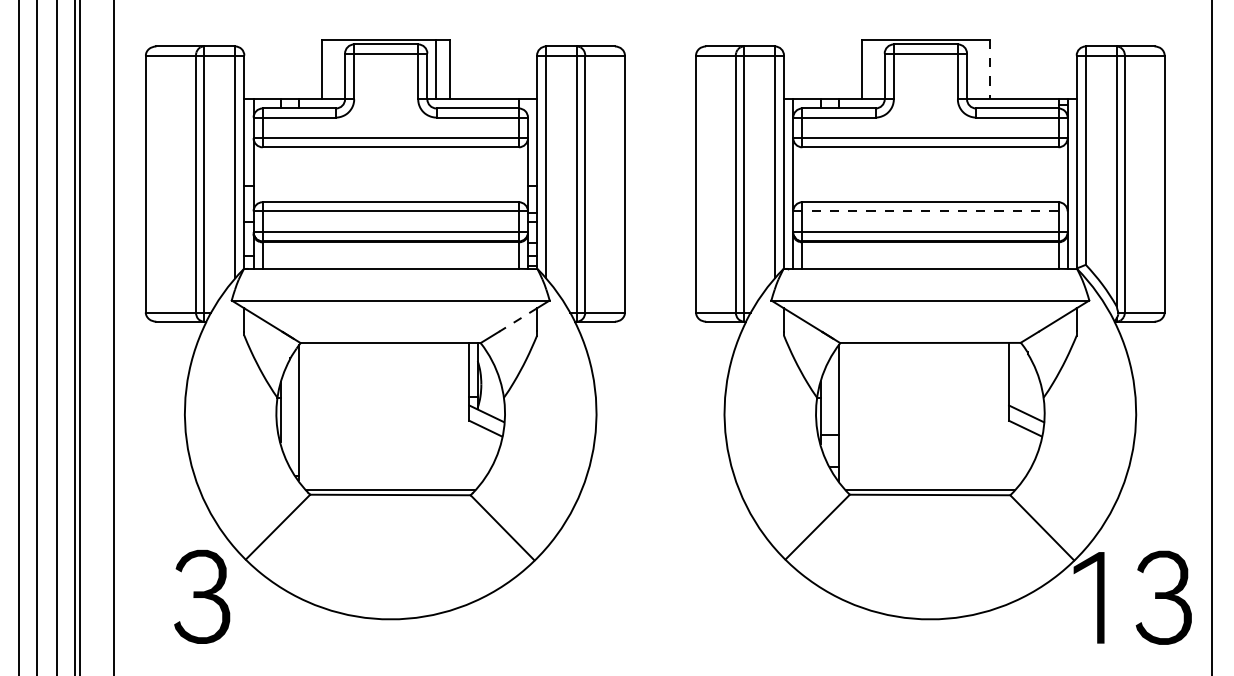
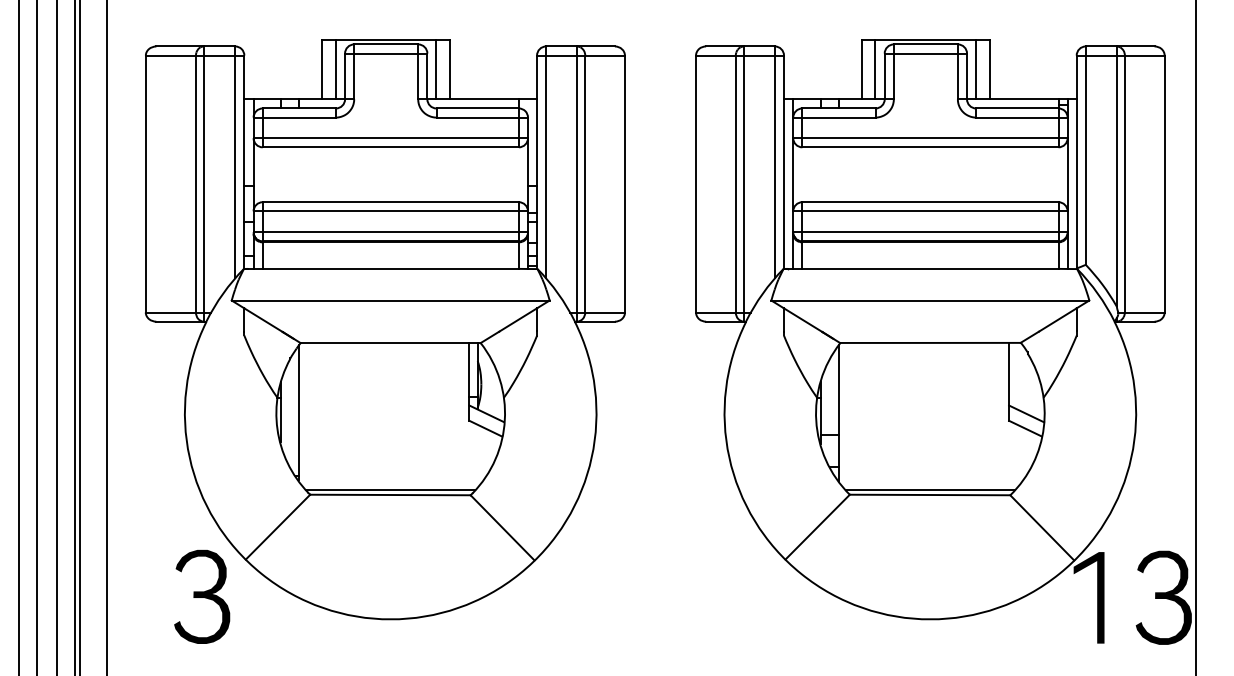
line at (335, 69): none -> present
line at (875, 69): none -> present
line at (976, 69): none -> present
line at (989, 69): dashed -> solid
line at (930, 211): dashed -> solid
line at (517, 320): dashed -> solid
line at (114, 337) position: (114, 337) -> (107, 337)
line at (1211, 337) position: (1211, 337) -> (1195, 337)
